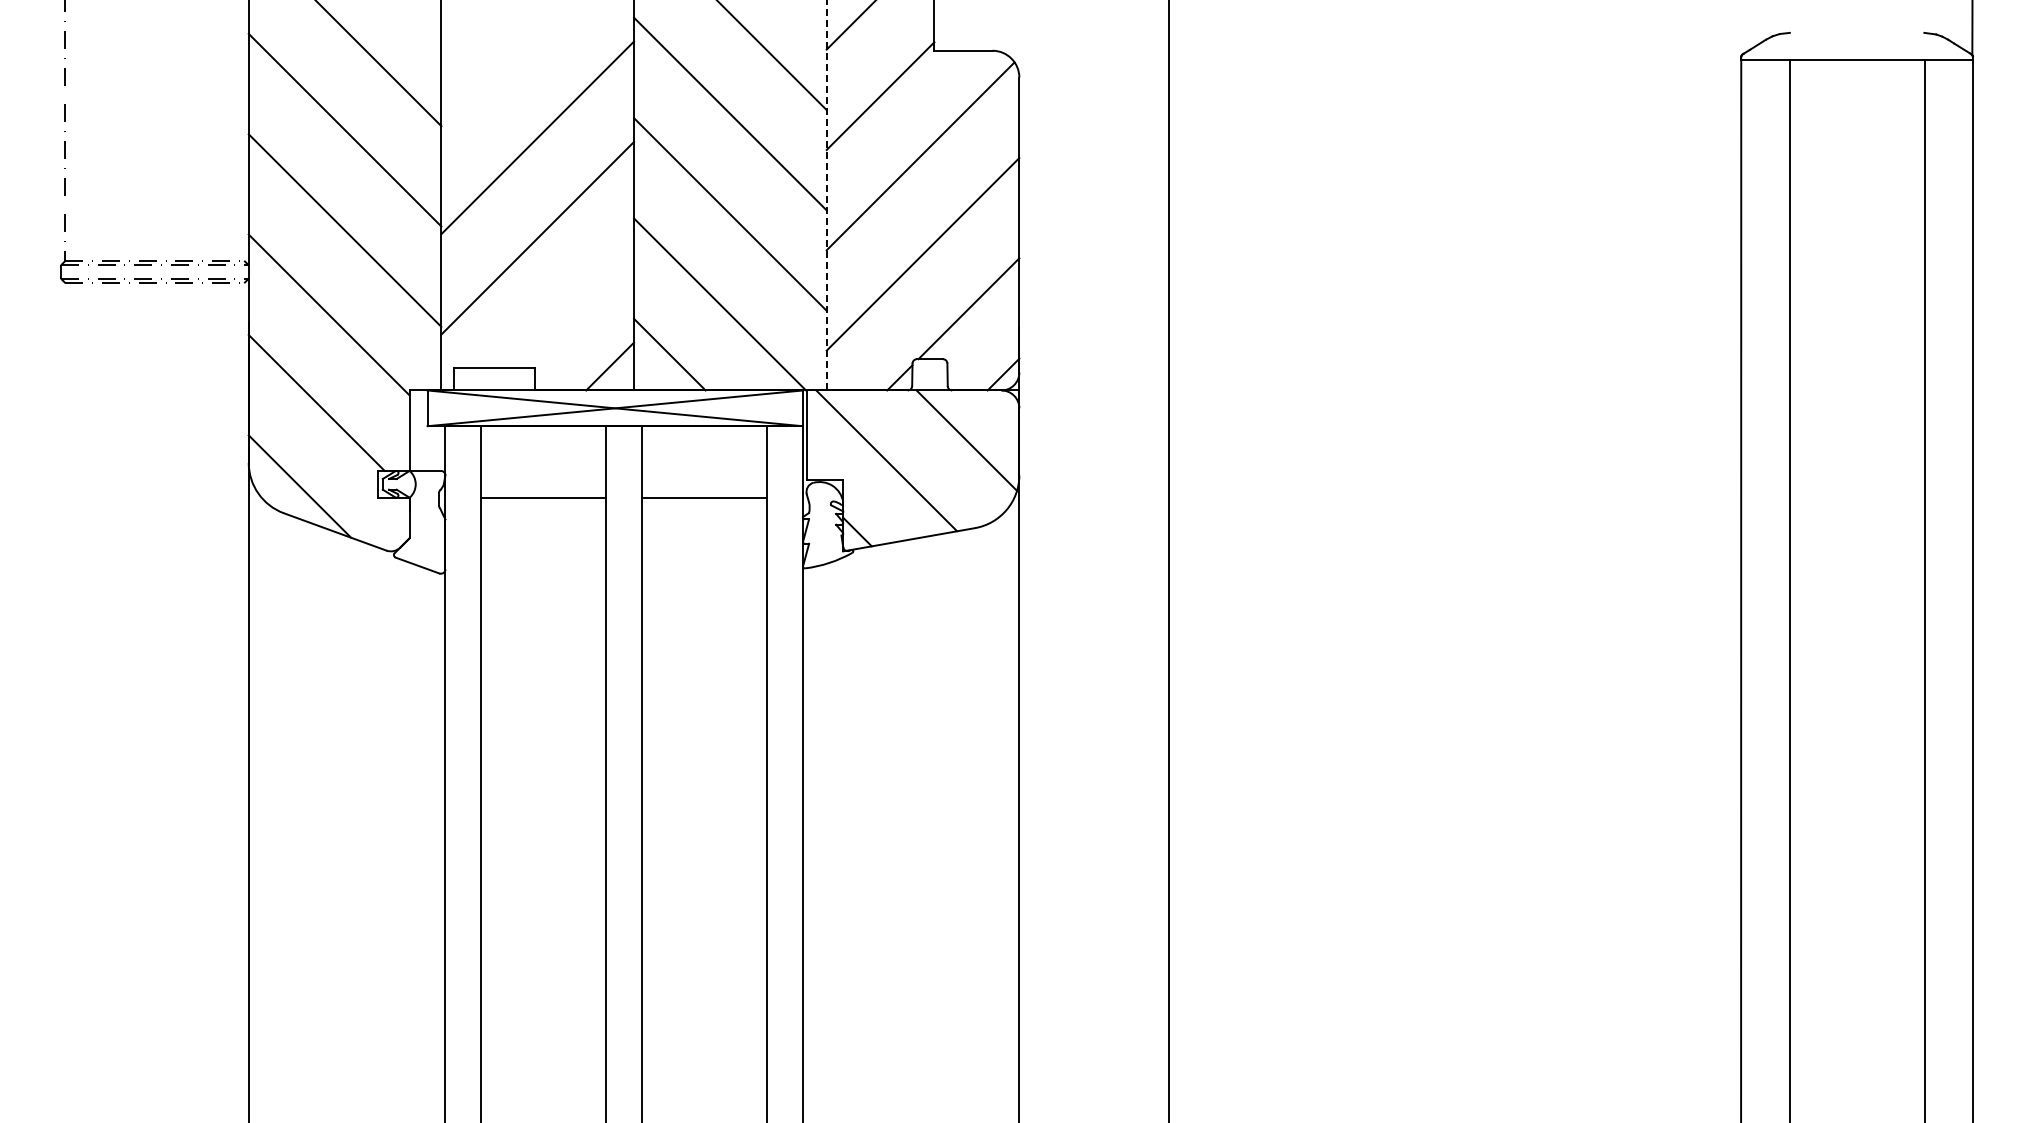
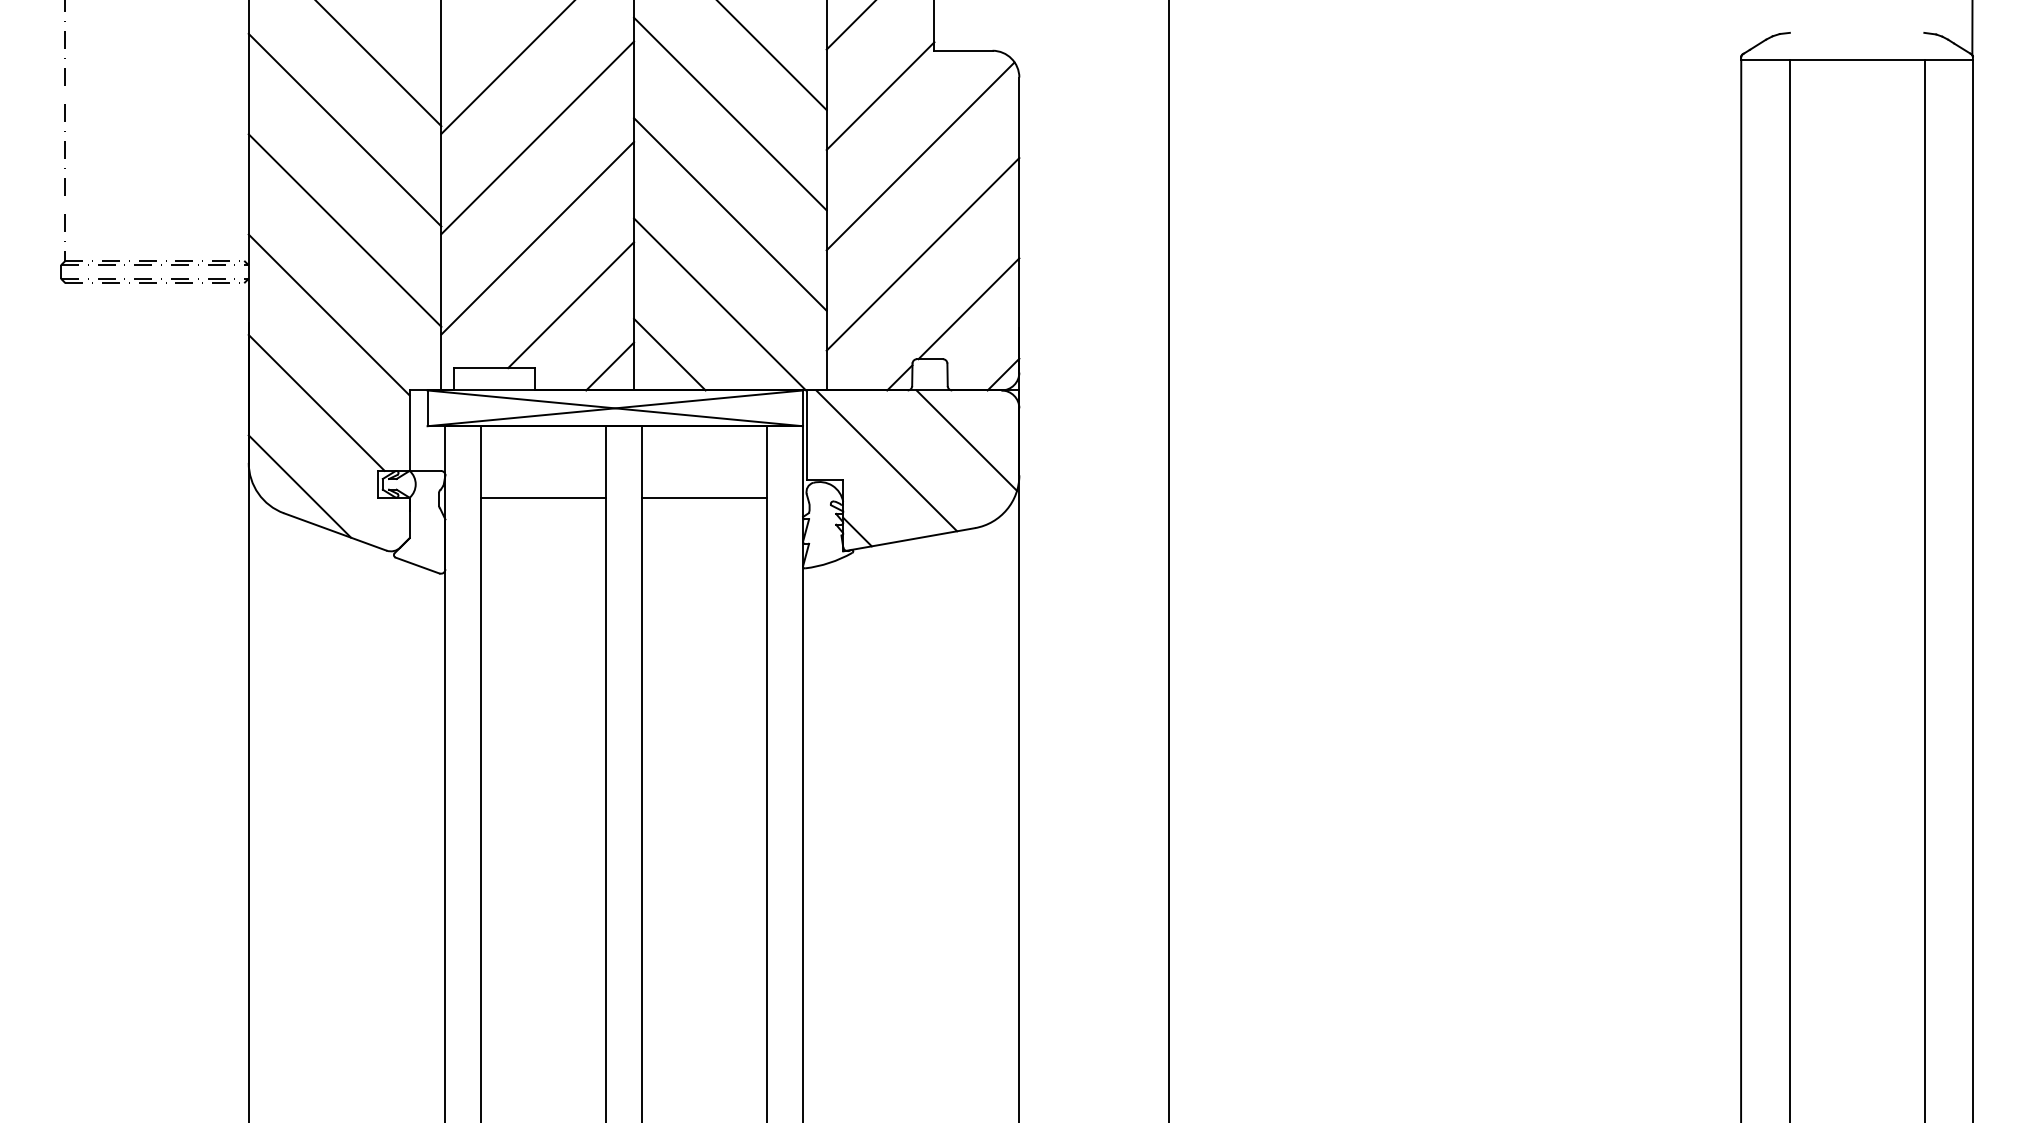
line at (507, 67): none -> present
line at (826, 195): dashed -> solid
line at (571, 305): none -> present
